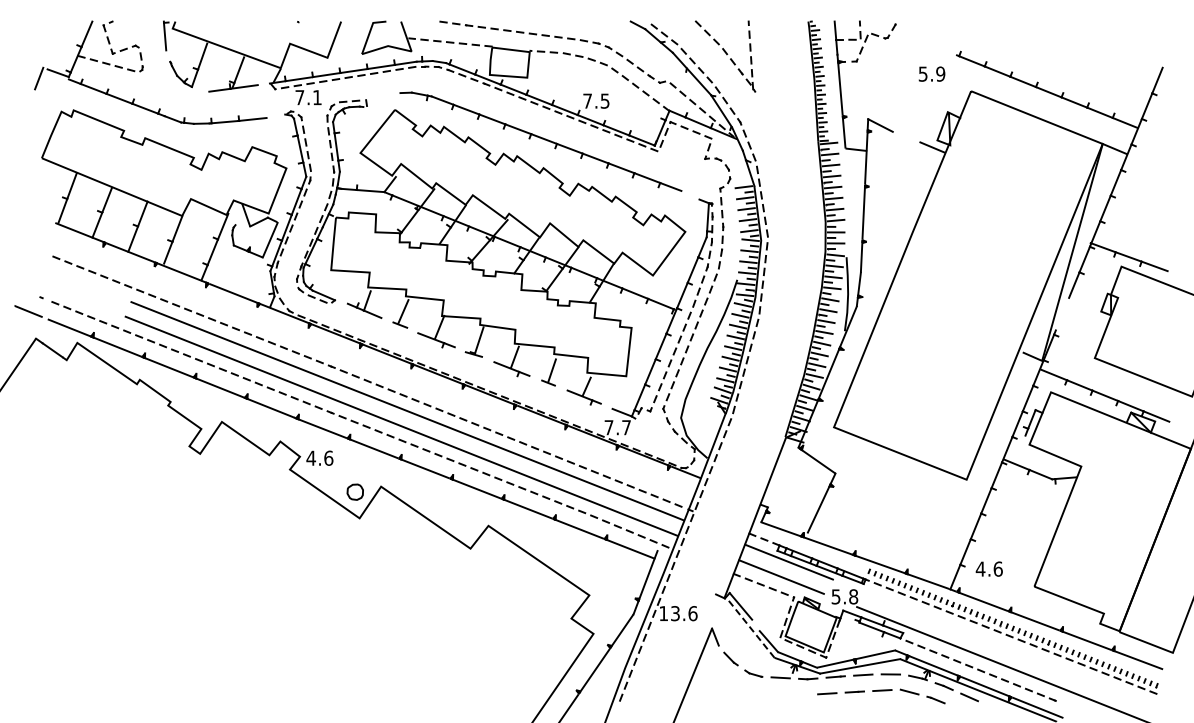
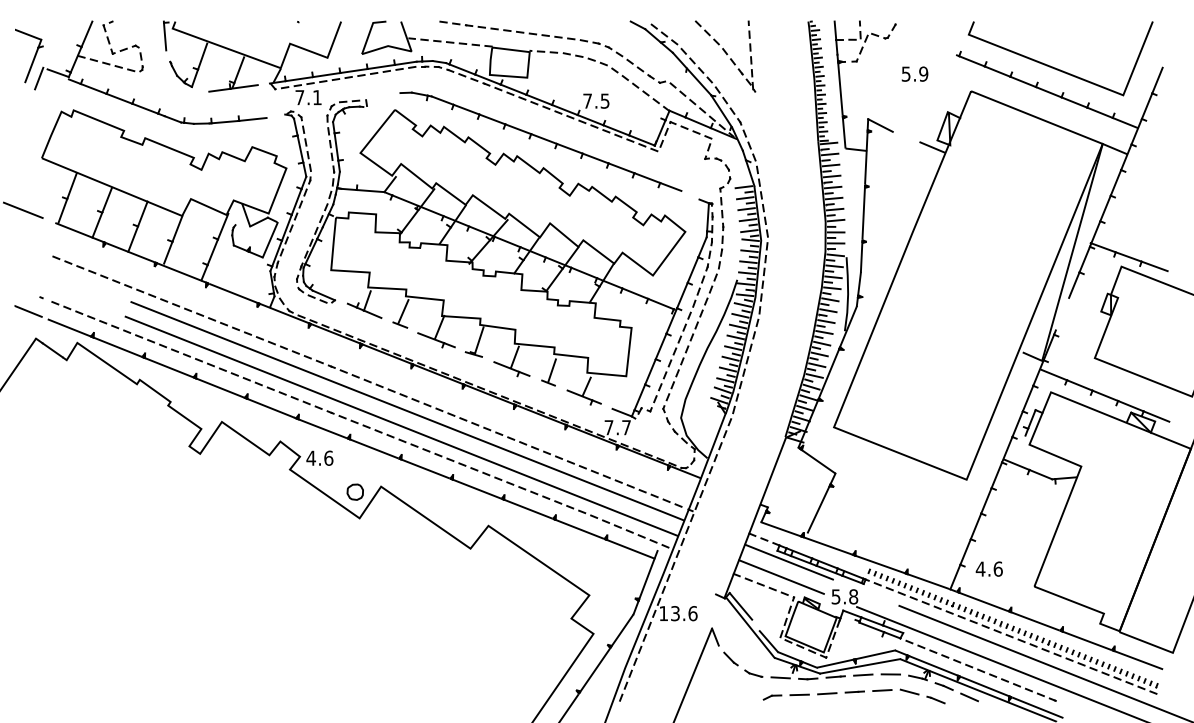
part at (29, 55): none -> present
line at (1058, 68): none -> present
text at (931, 73) position: (931, 73) -> (914, 73)
line at (22, 210): none -> present
line at (750, 627): dashed -> solid
line at (1042, 662): none -> present
part at (785, 696): none -> present
